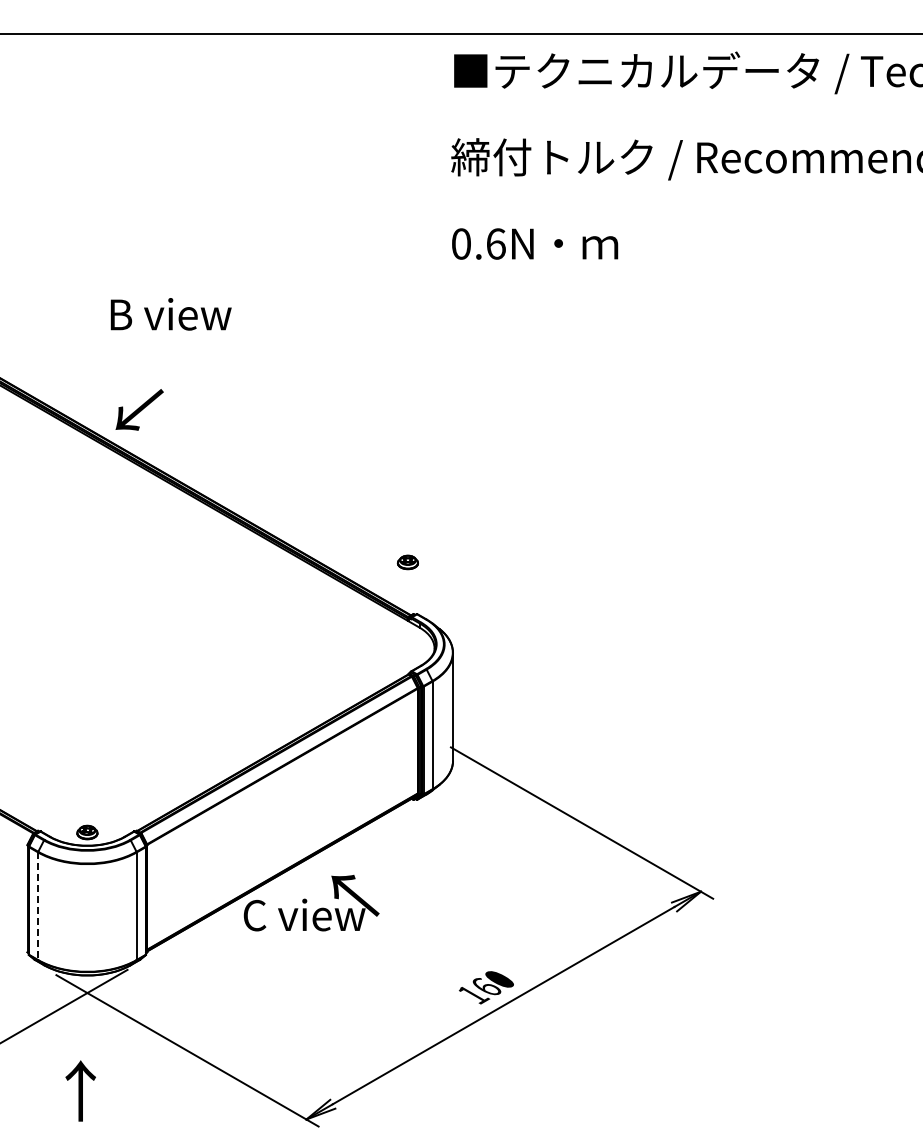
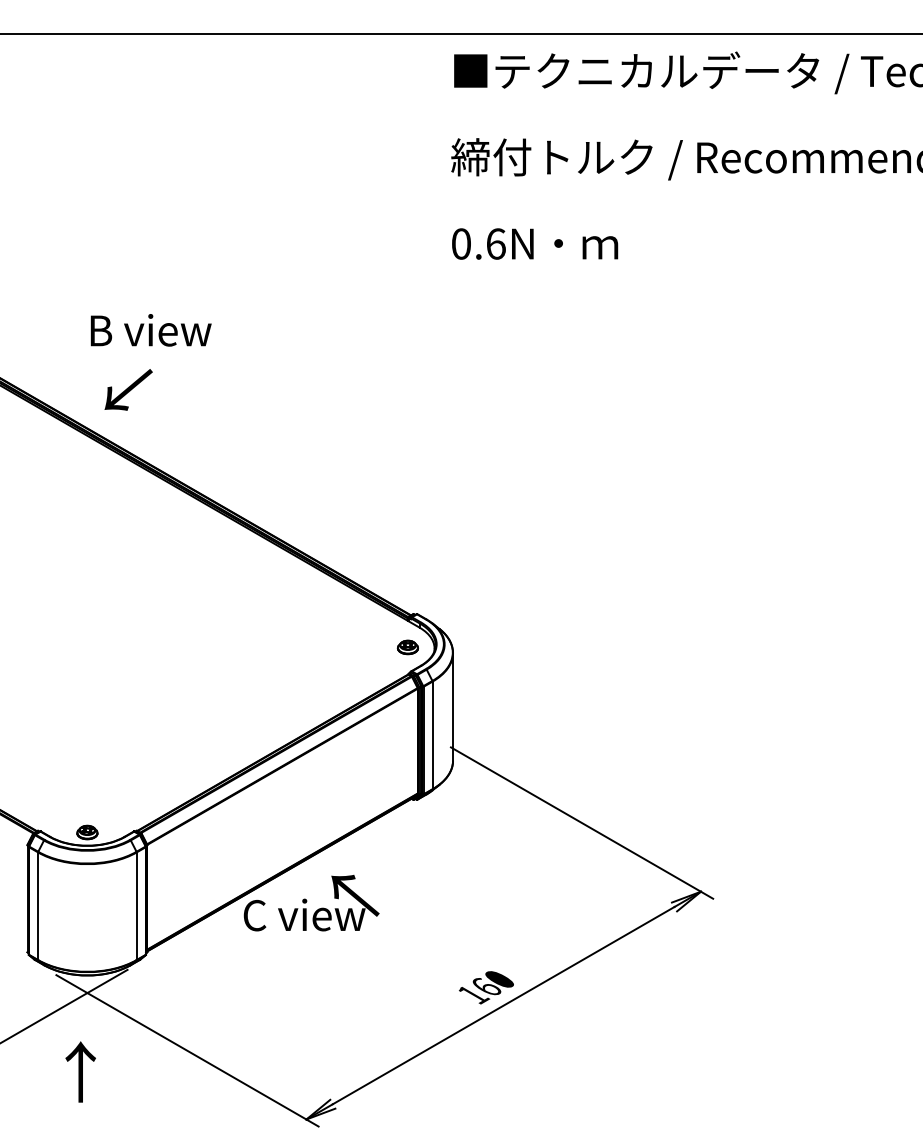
text at (170, 314) position: (170, 314) -> (150, 330)
text at (139, 409) position: (139, 409) -> (128, 389)
part at (407, 562) position: (407, 562) -> (407, 647)
line at (38, 906): dashed -> solid
text at (80, 1090) position: (80, 1090) -> (80, 1071)
